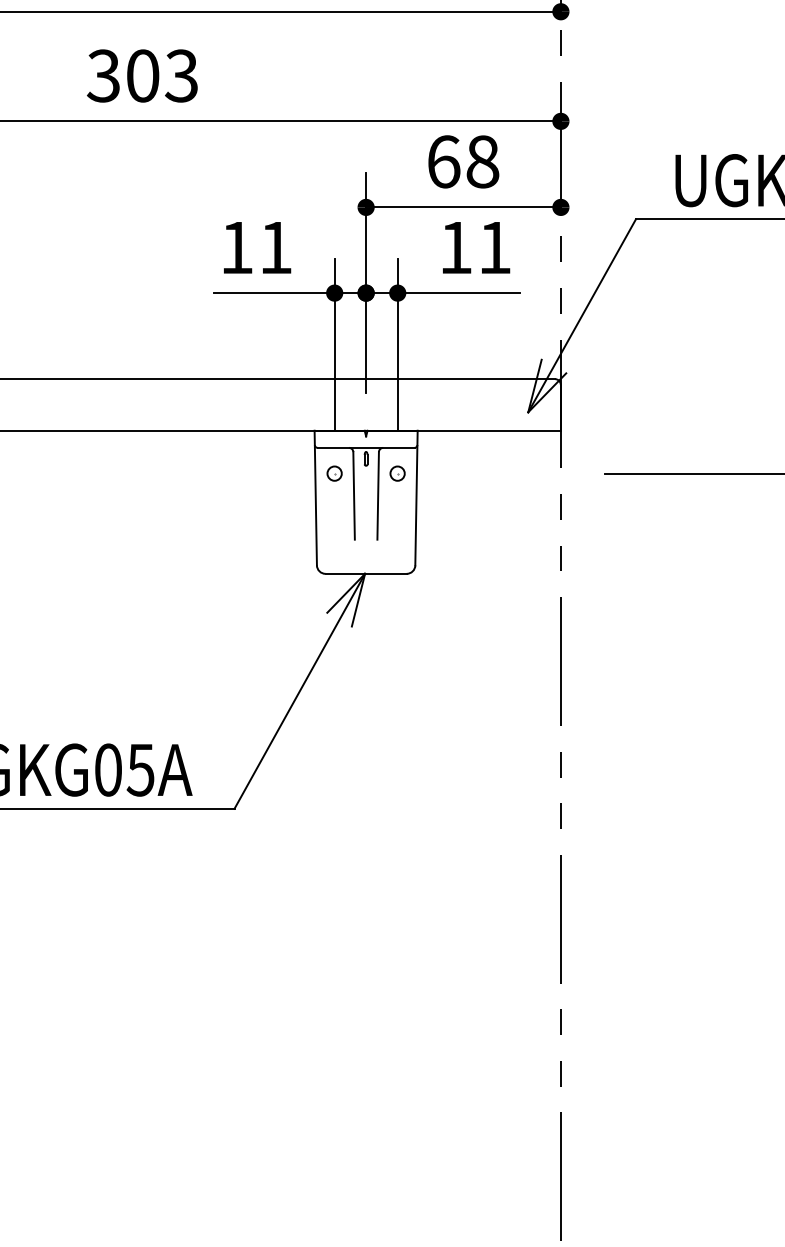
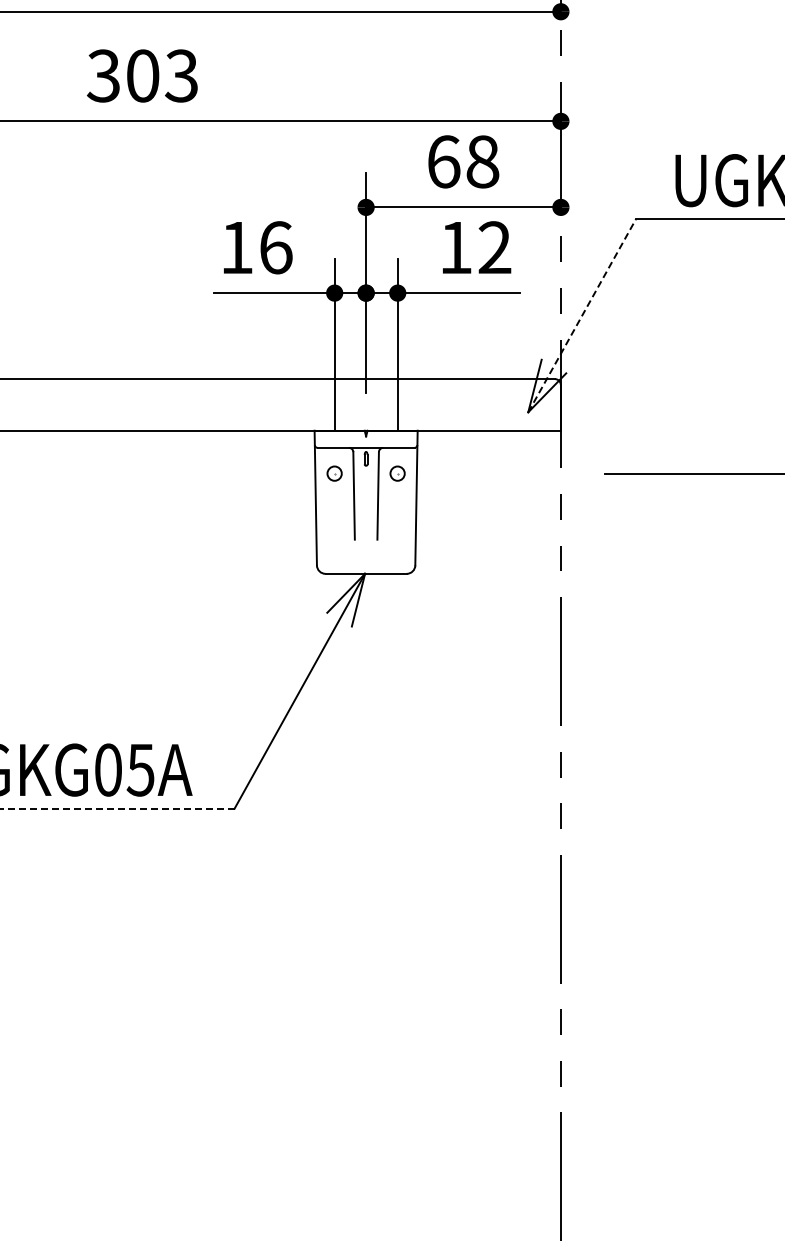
text at (276, 247): 11 -> 16
text at (494, 247): 11 -> 12
line at (582, 315): solid -> dashed
line at (117, 808): solid -> dashed
